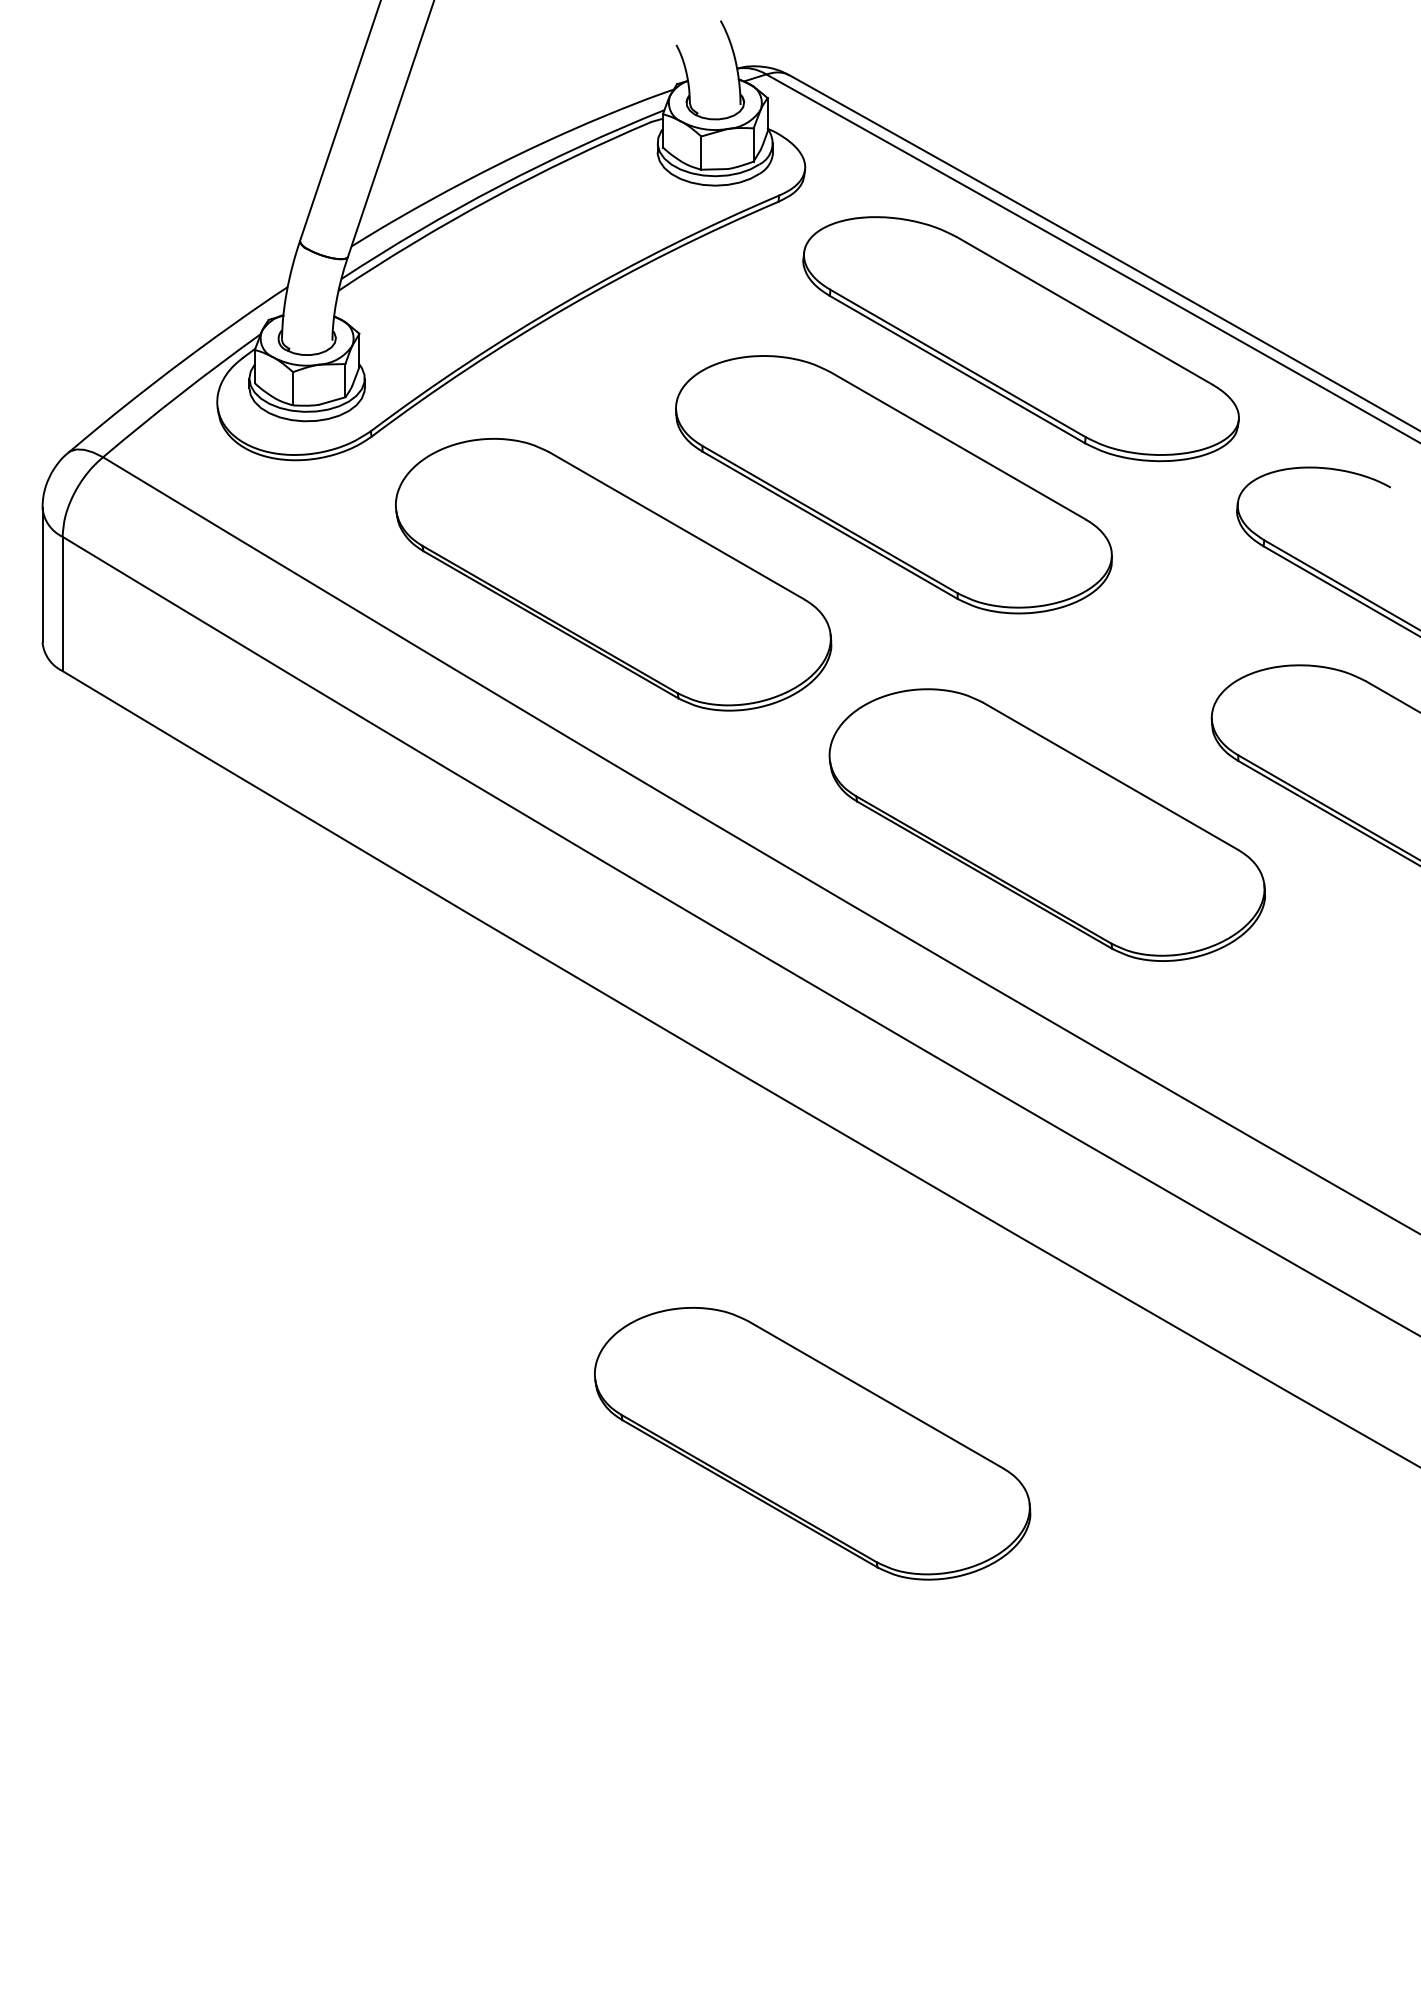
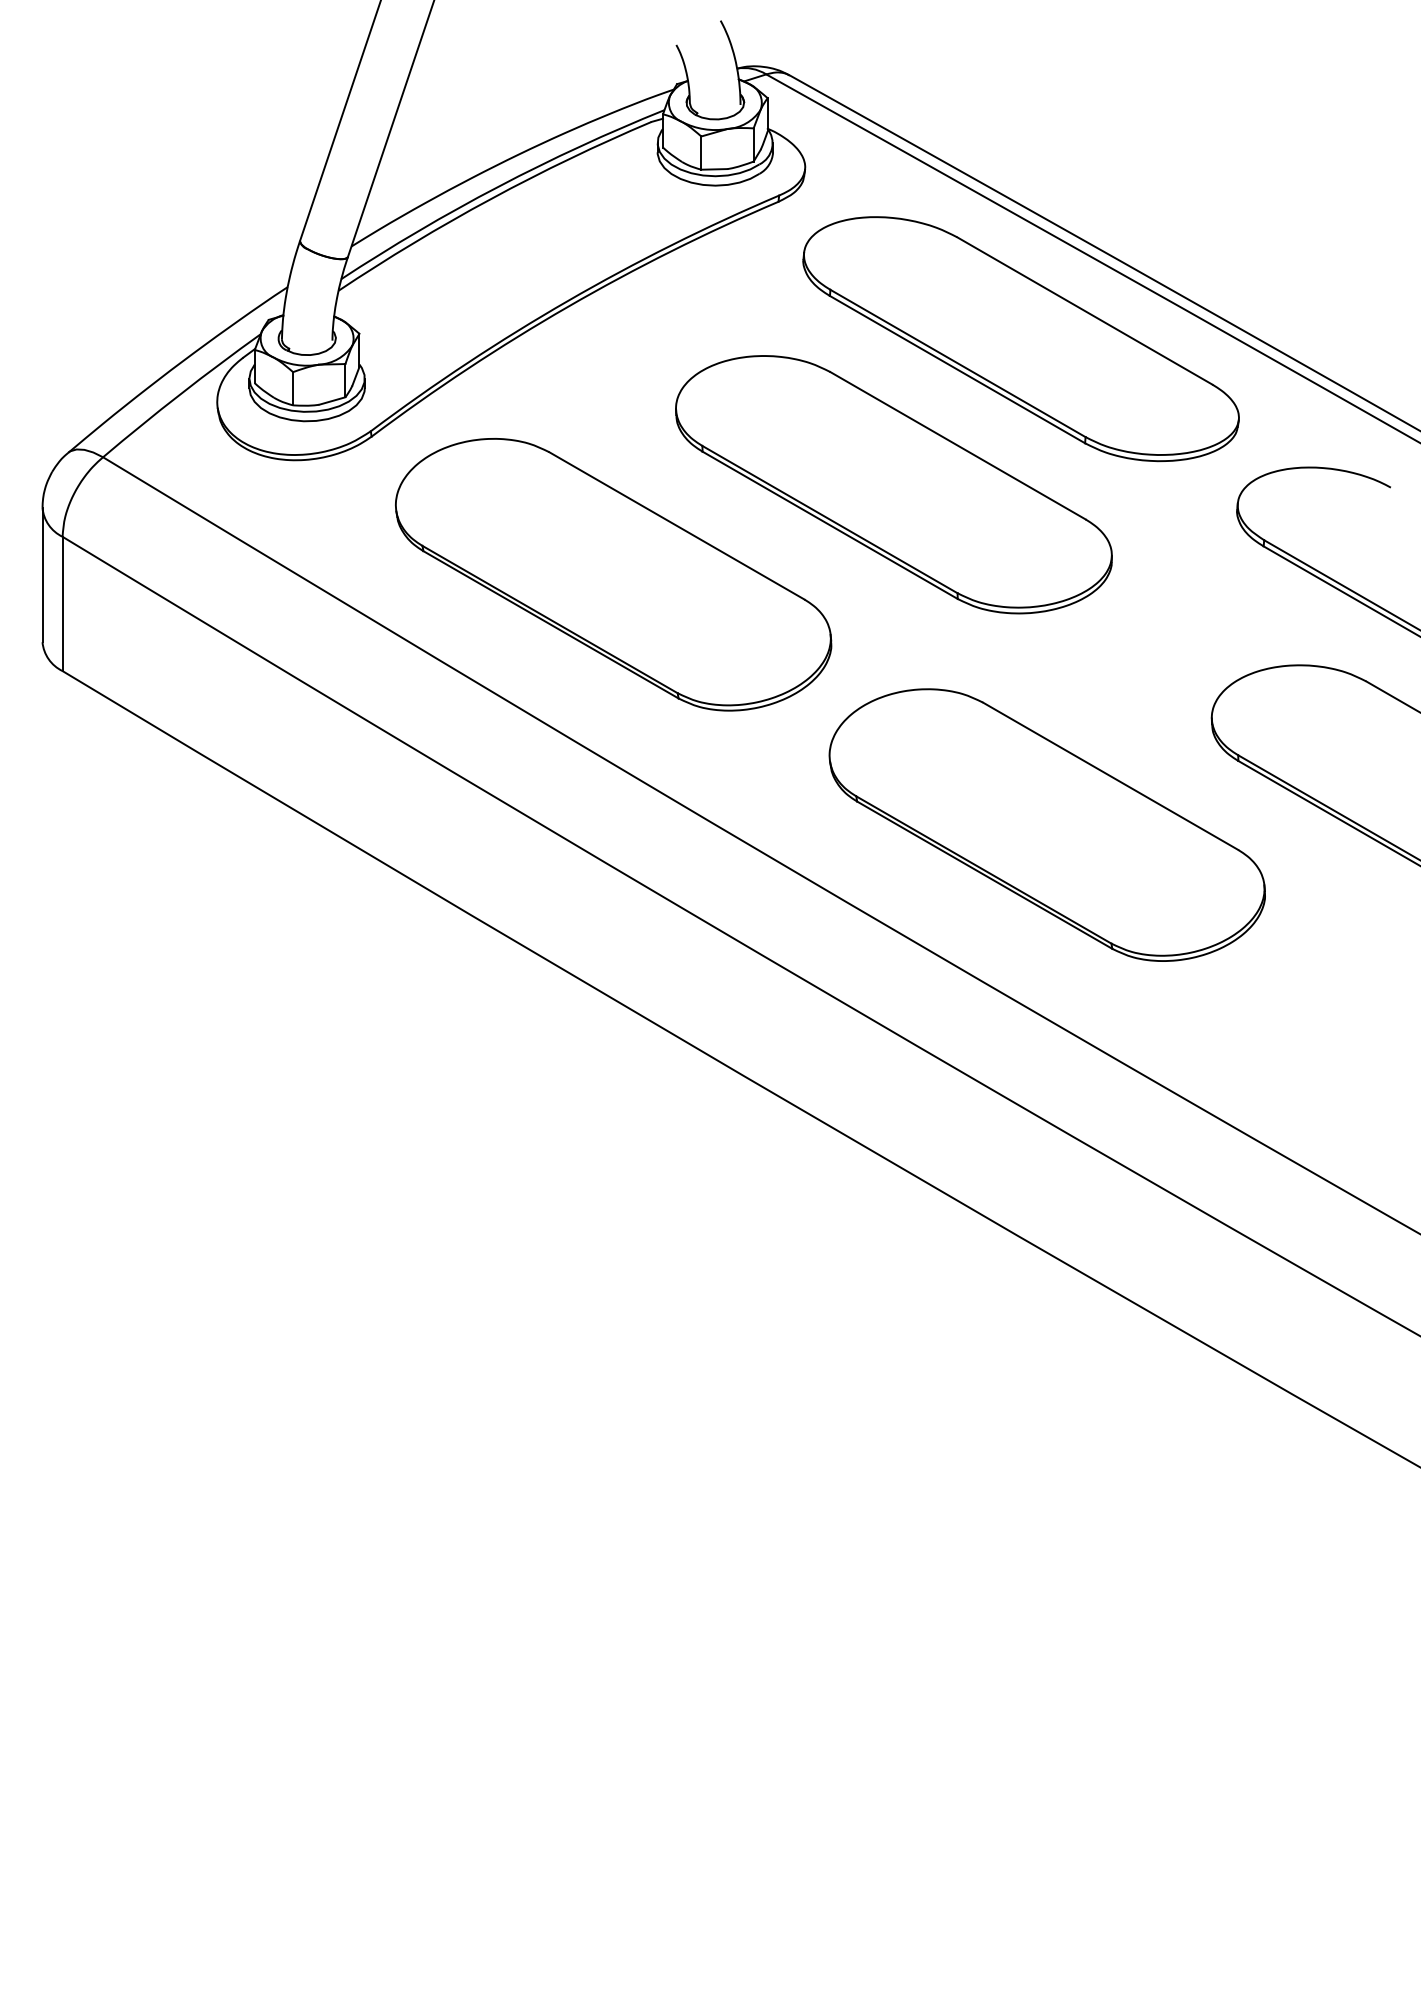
part at (812, 1443): present -> none
